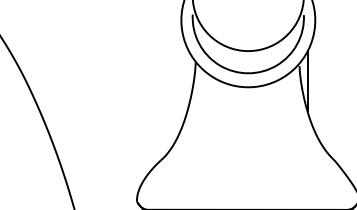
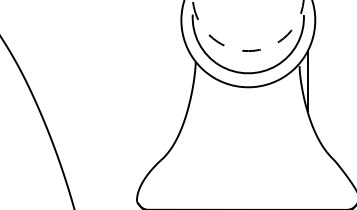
circle at (247, 25): solid -> dashed
